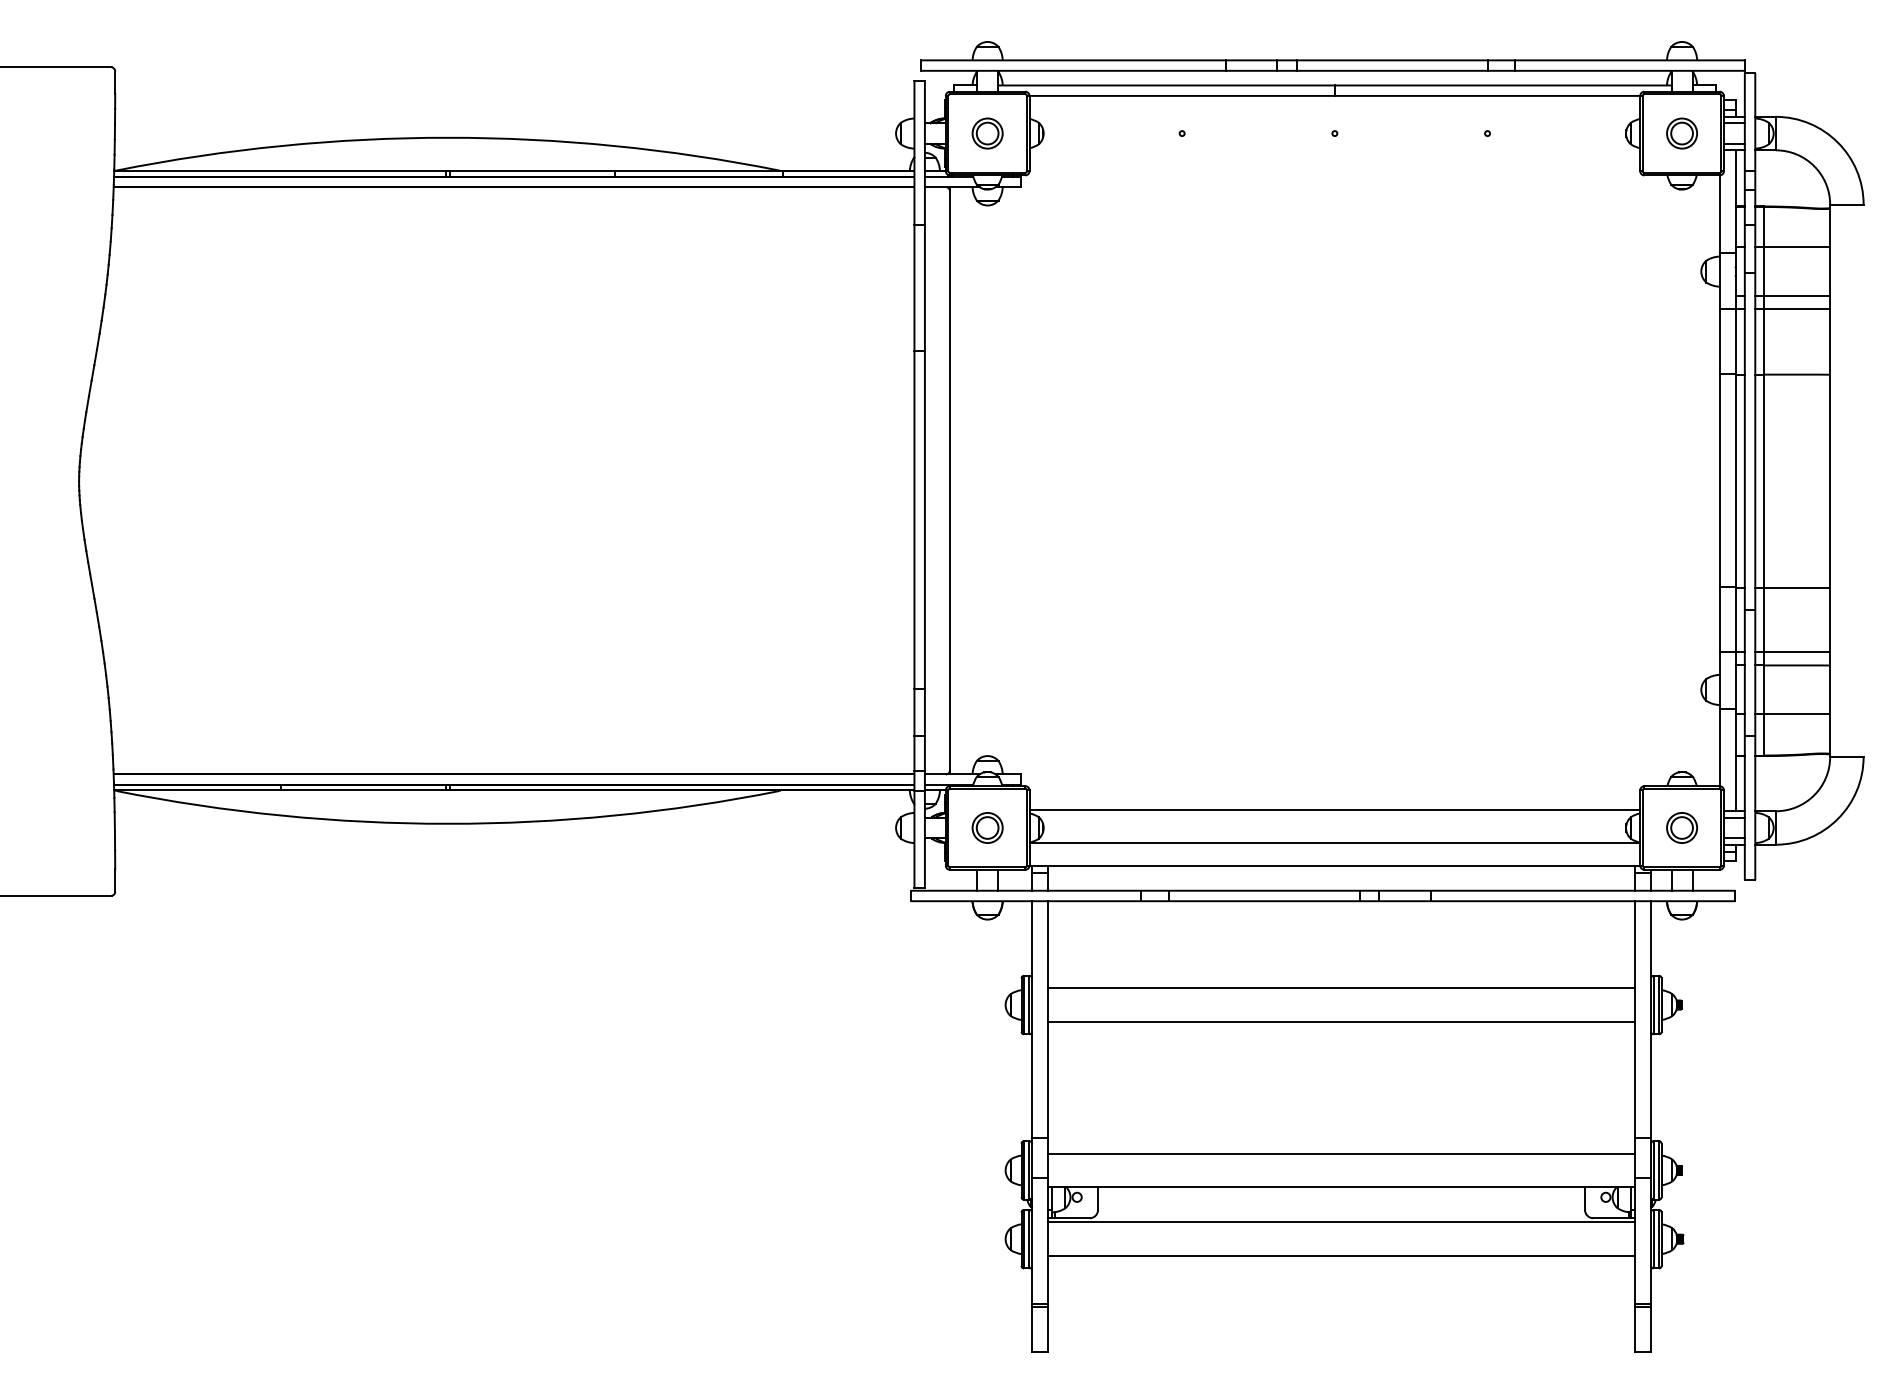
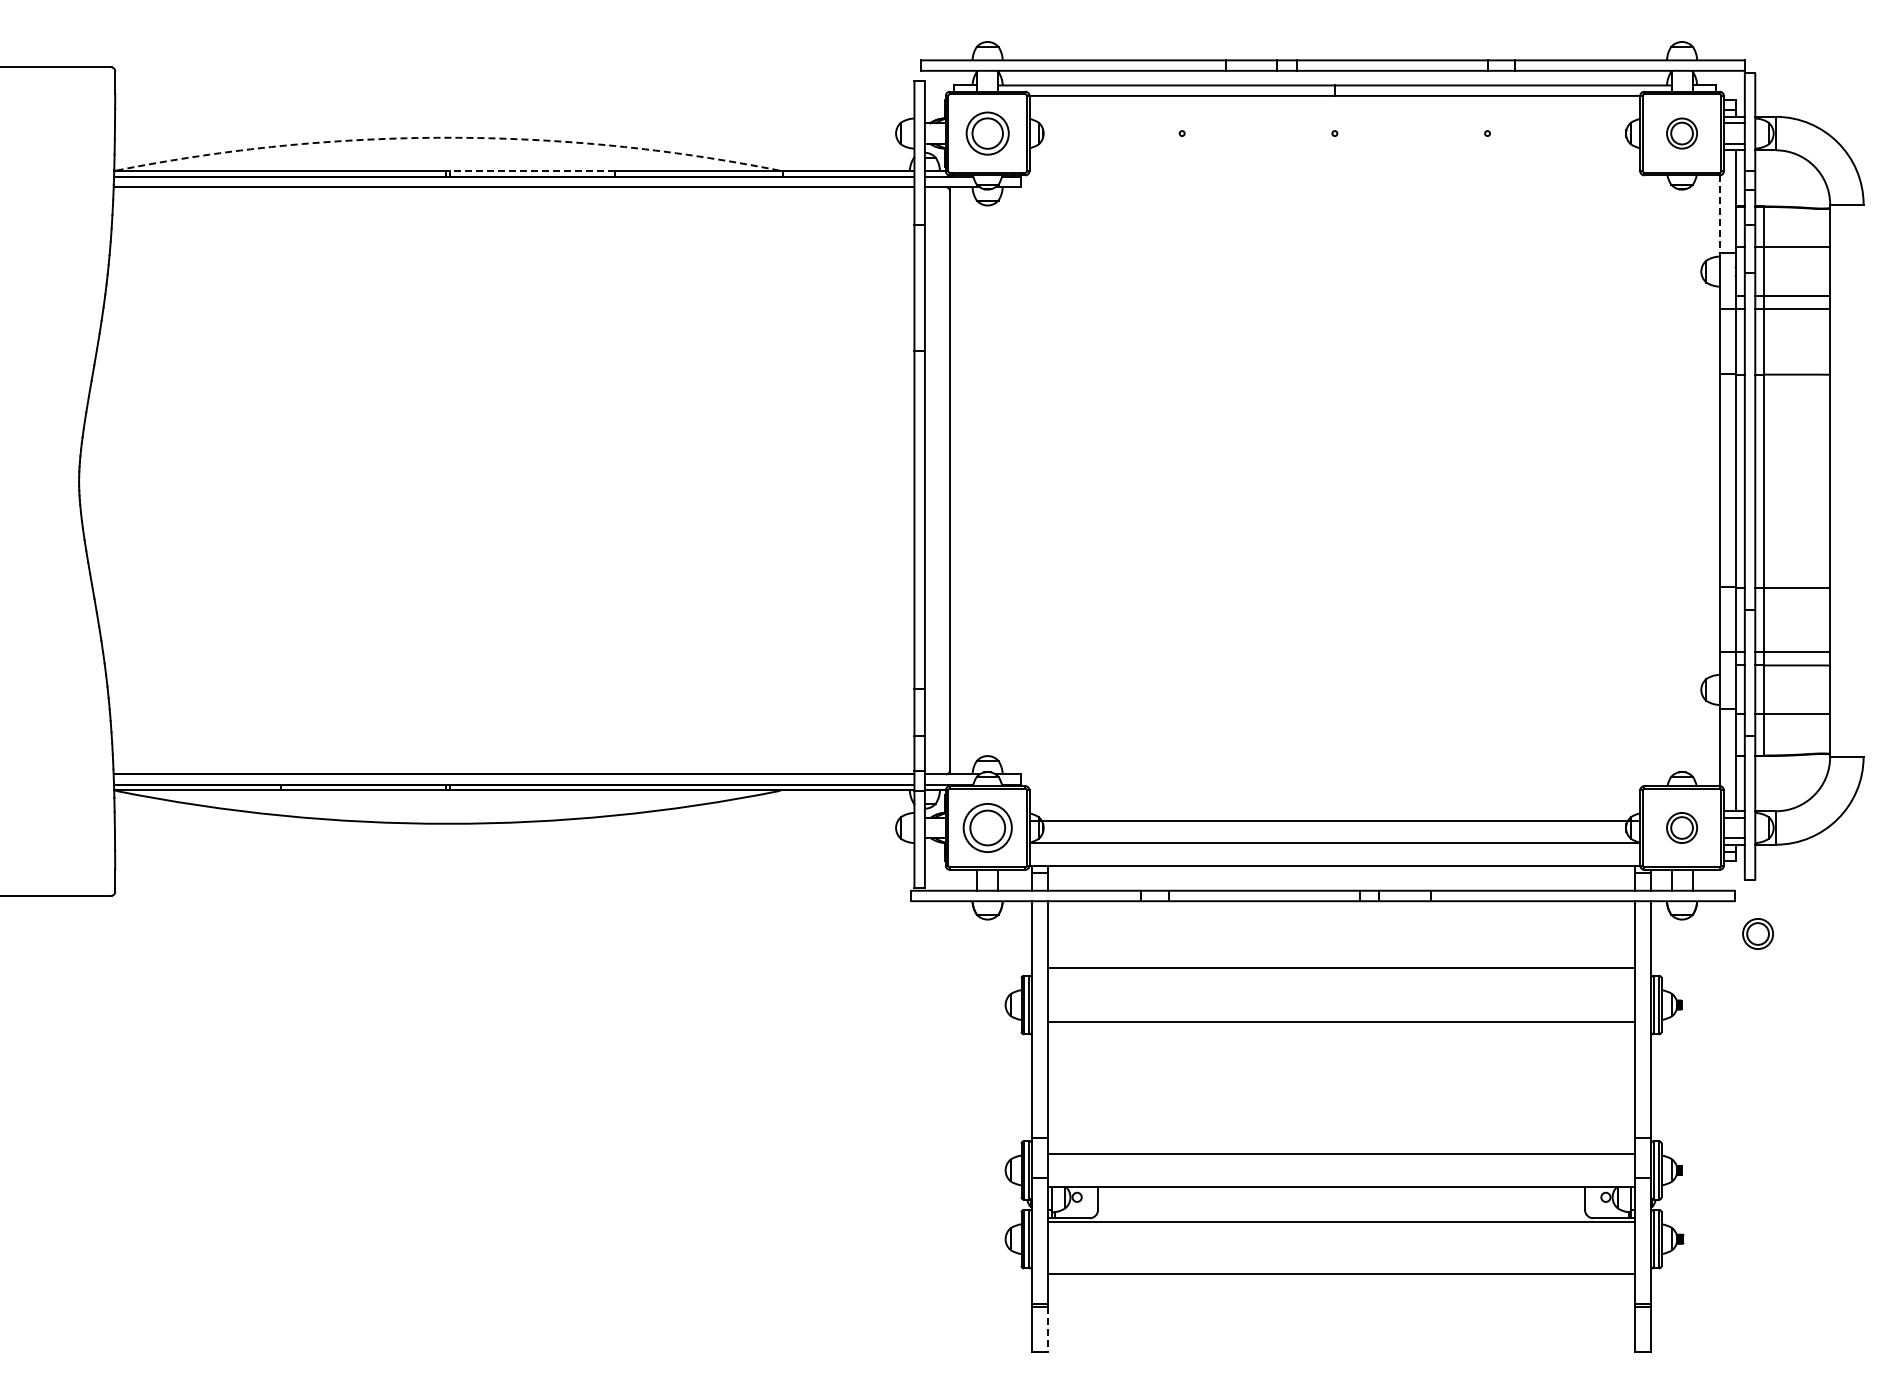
part at (987, 133) size: 33x33 px -> 45x45 px
arc at (448, 137): solid -> dashed
line at (532, 171): solid -> dashed
line at (1719, 214): solid -> dashed
line at (1334, 809) position: (1334, 809) -> (1334, 820)
part at (987, 827) size: 33x32 px -> 51x50 px
part at (1757, 933): none -> present
line at (1341, 988) position: (1341, 988) -> (1341, 968)
line at (1341, 1255) position: (1341, 1255) -> (1341, 1273)
line at (1047, 1330): solid -> dashed
